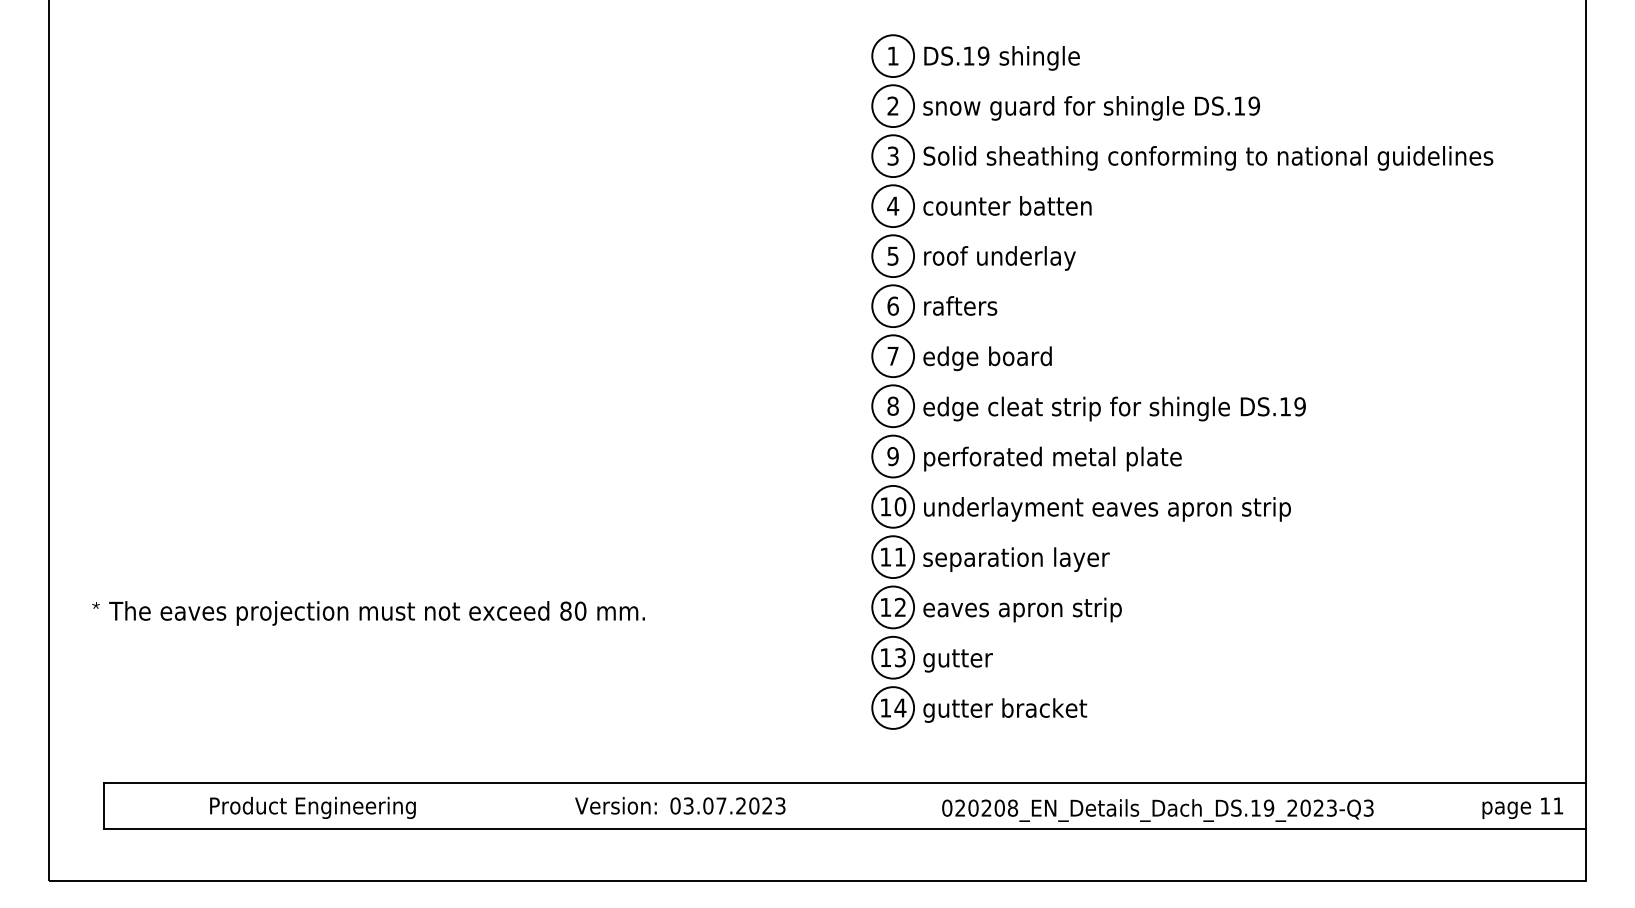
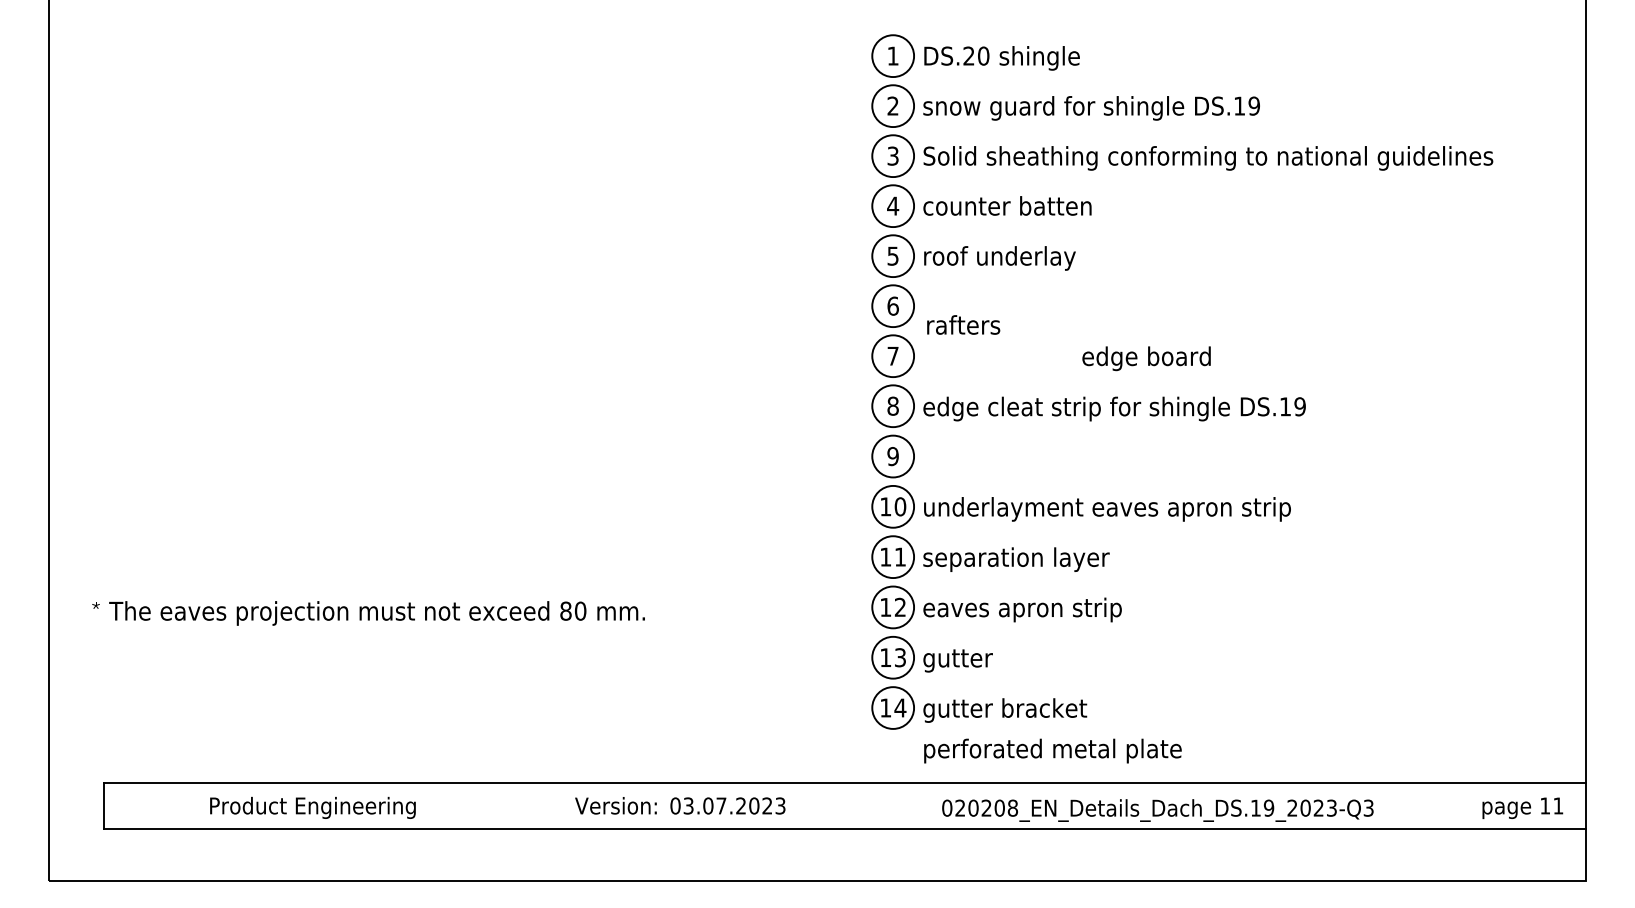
text at (976, 55): DS.19 -> DS.20
text at (960, 305) position: (960, 305) -> (963, 324)
text at (987, 358) position: (987, 358) -> (1146, 358)
text at (1052, 458) position: (1052, 458) -> (1052, 750)
